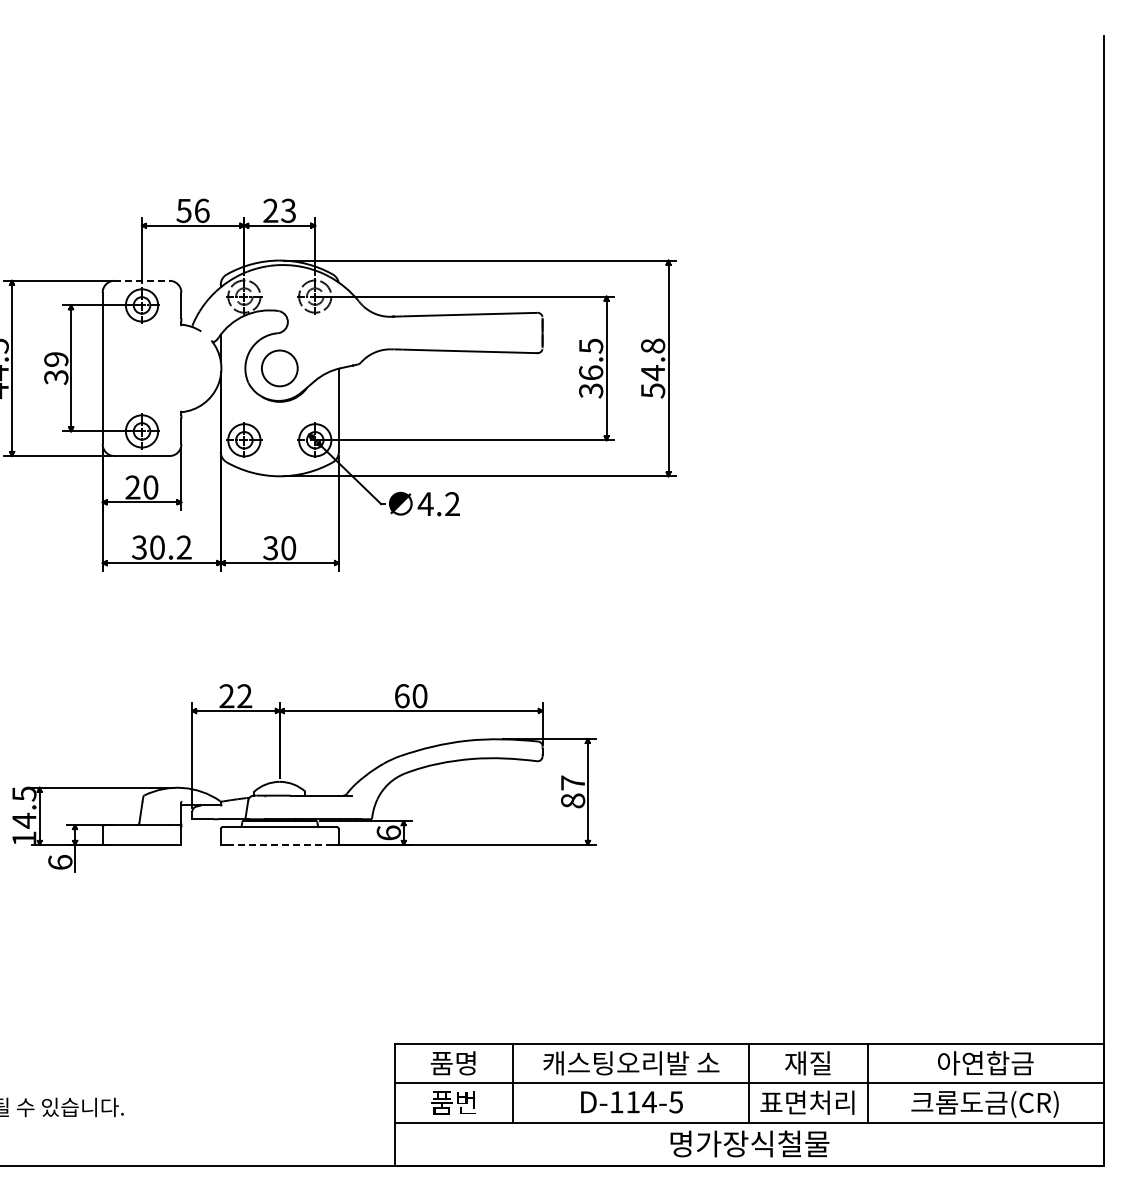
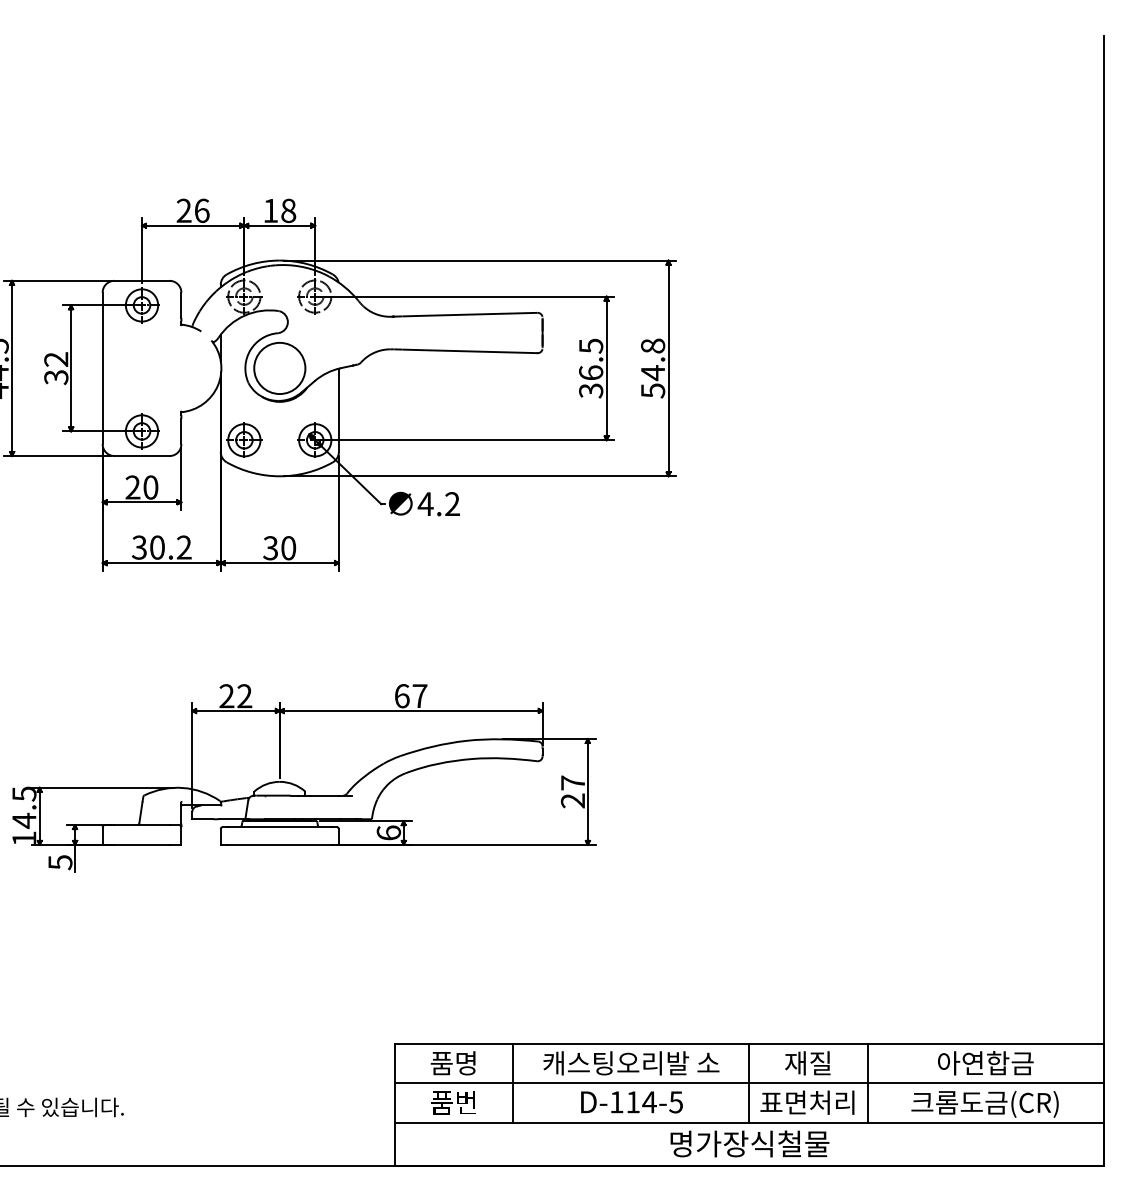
text at (183, 210): 56 -> 26
text at (279, 210): 23 -> 18
line at (142, 280): dashed -> solid
text at (56, 359): 39 -> 32
circle at (279, 368) diameter: 36 px -> 51 px
text at (419, 696): 60 -> 67
text at (573, 800): 87 -> 27
line at (280, 844): dashed -> solid
text at (60, 862): 6 -> 5
